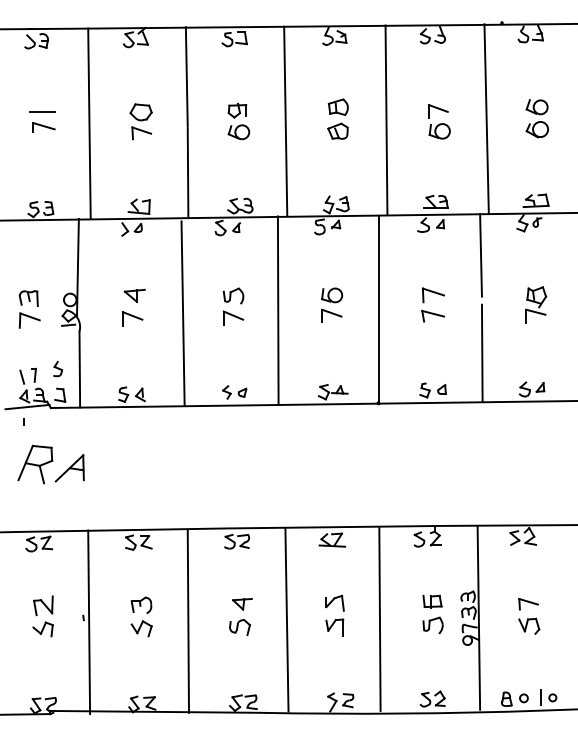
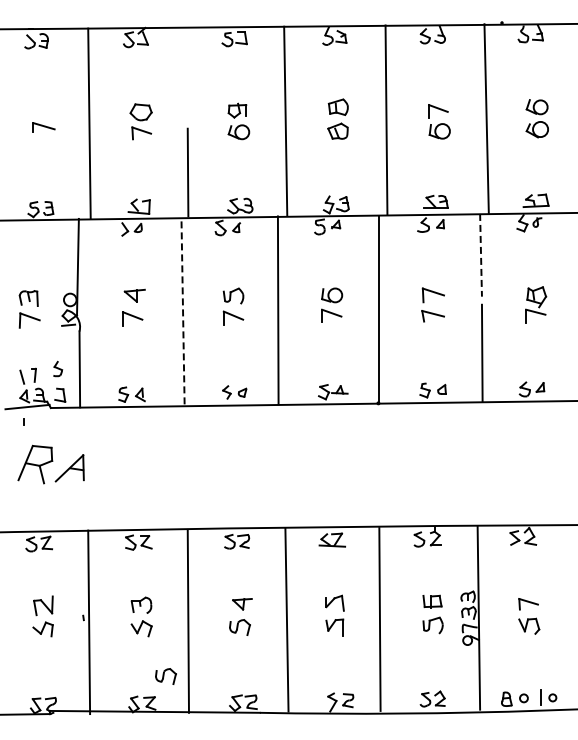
line at (186, 76): present -> none
line at (42, 111): present -> none
line at (481, 255): solid -> dashed
line at (183, 313): solid -> dashed
part at (165, 676): none -> present
